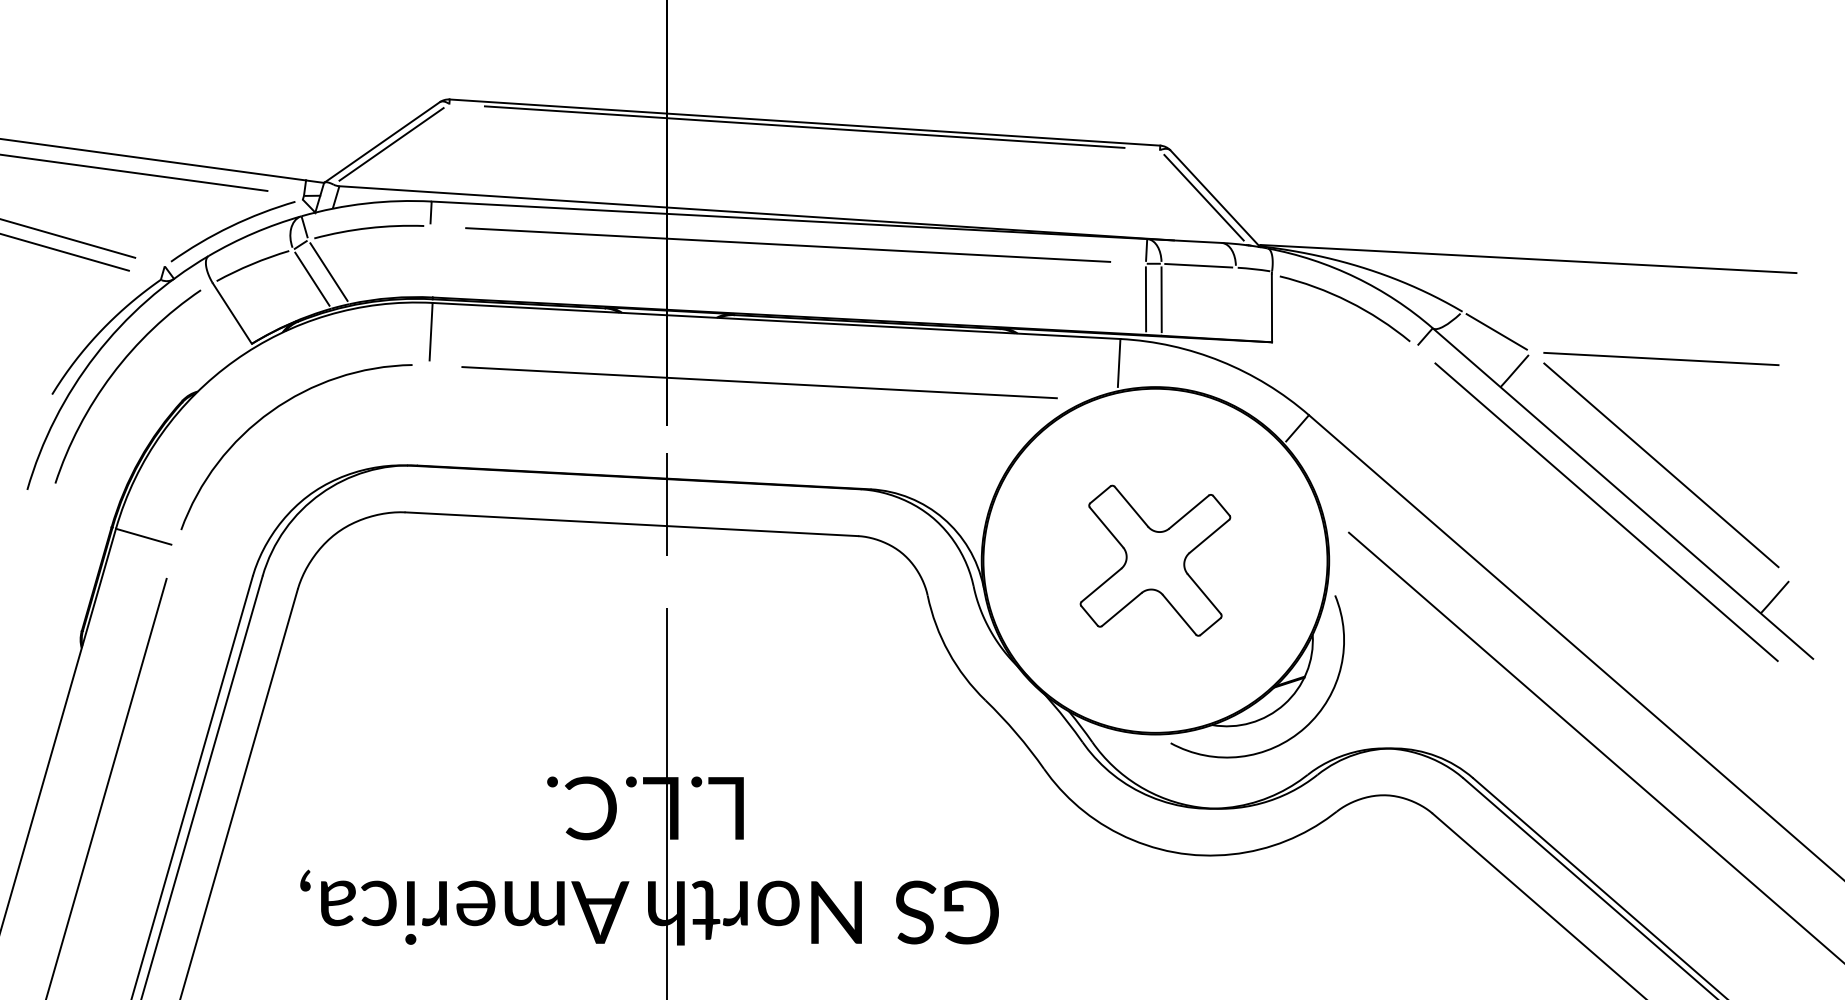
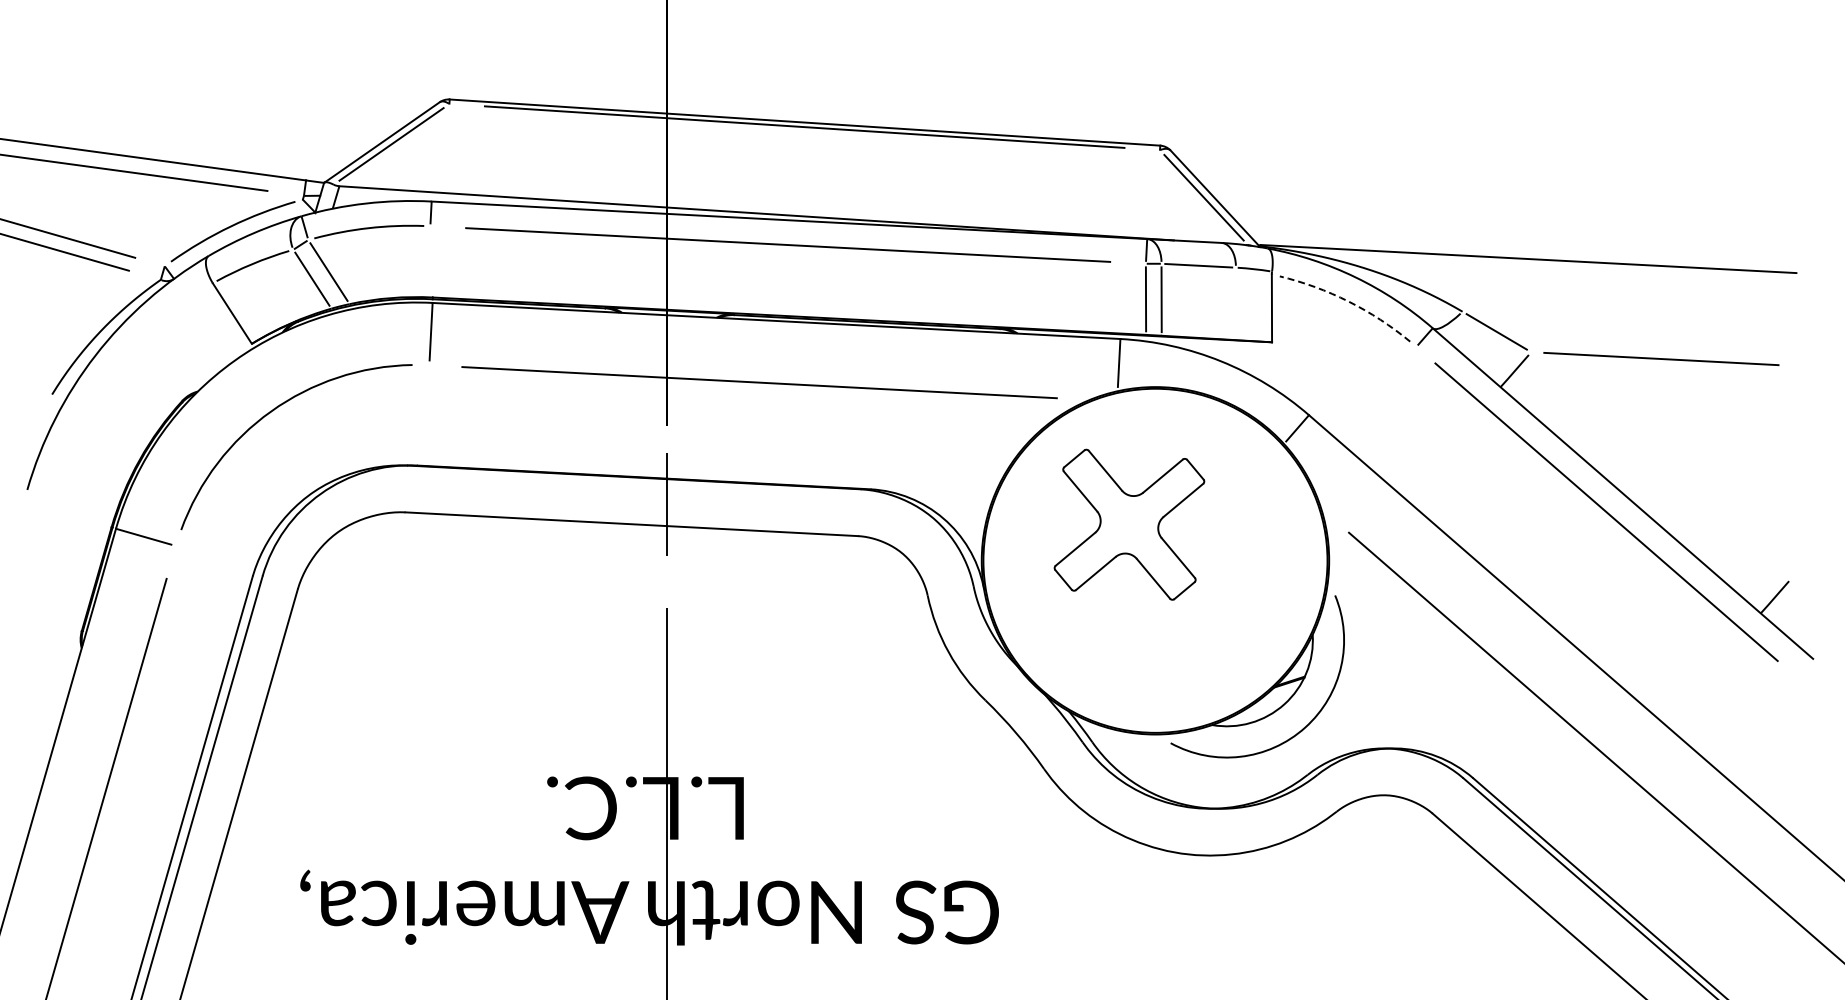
arc at (1348, 301): solid -> dashed
arc at (112, 376): present -> none
line at (1661, 465): present -> none
part at (1155, 560) position: (1155, 560) -> (1129, 524)
